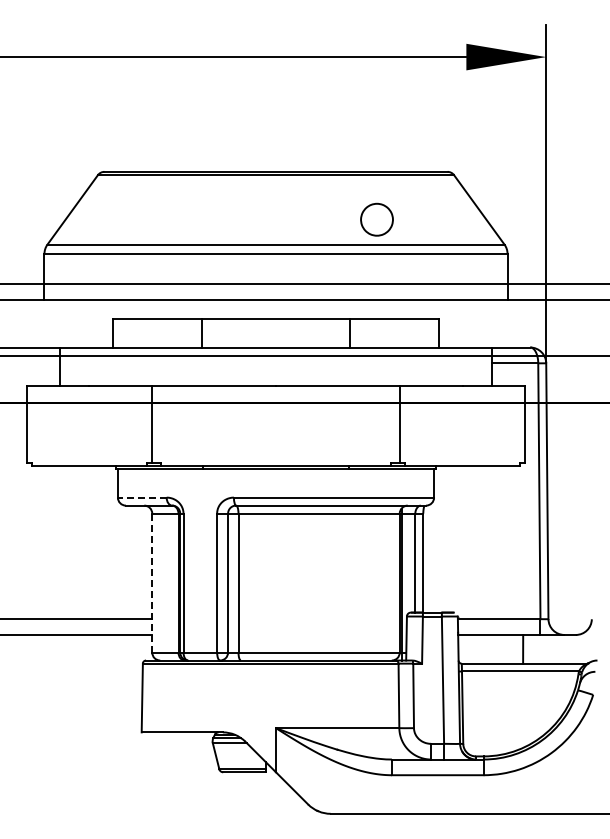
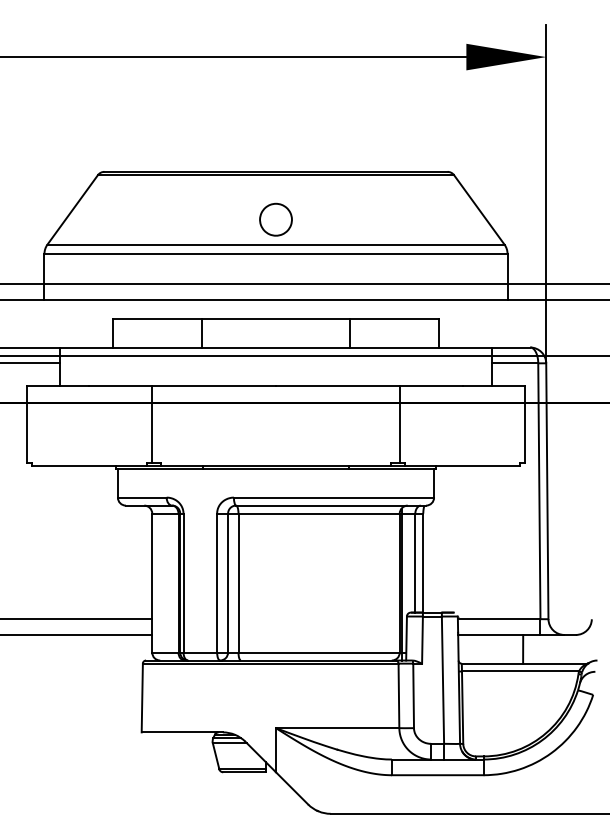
part at (376, 219) position: (376, 219) -> (275, 219)
line at (31, 363): none -> present
line at (141, 497): dashed -> solid
line at (152, 583): dashed -> solid
